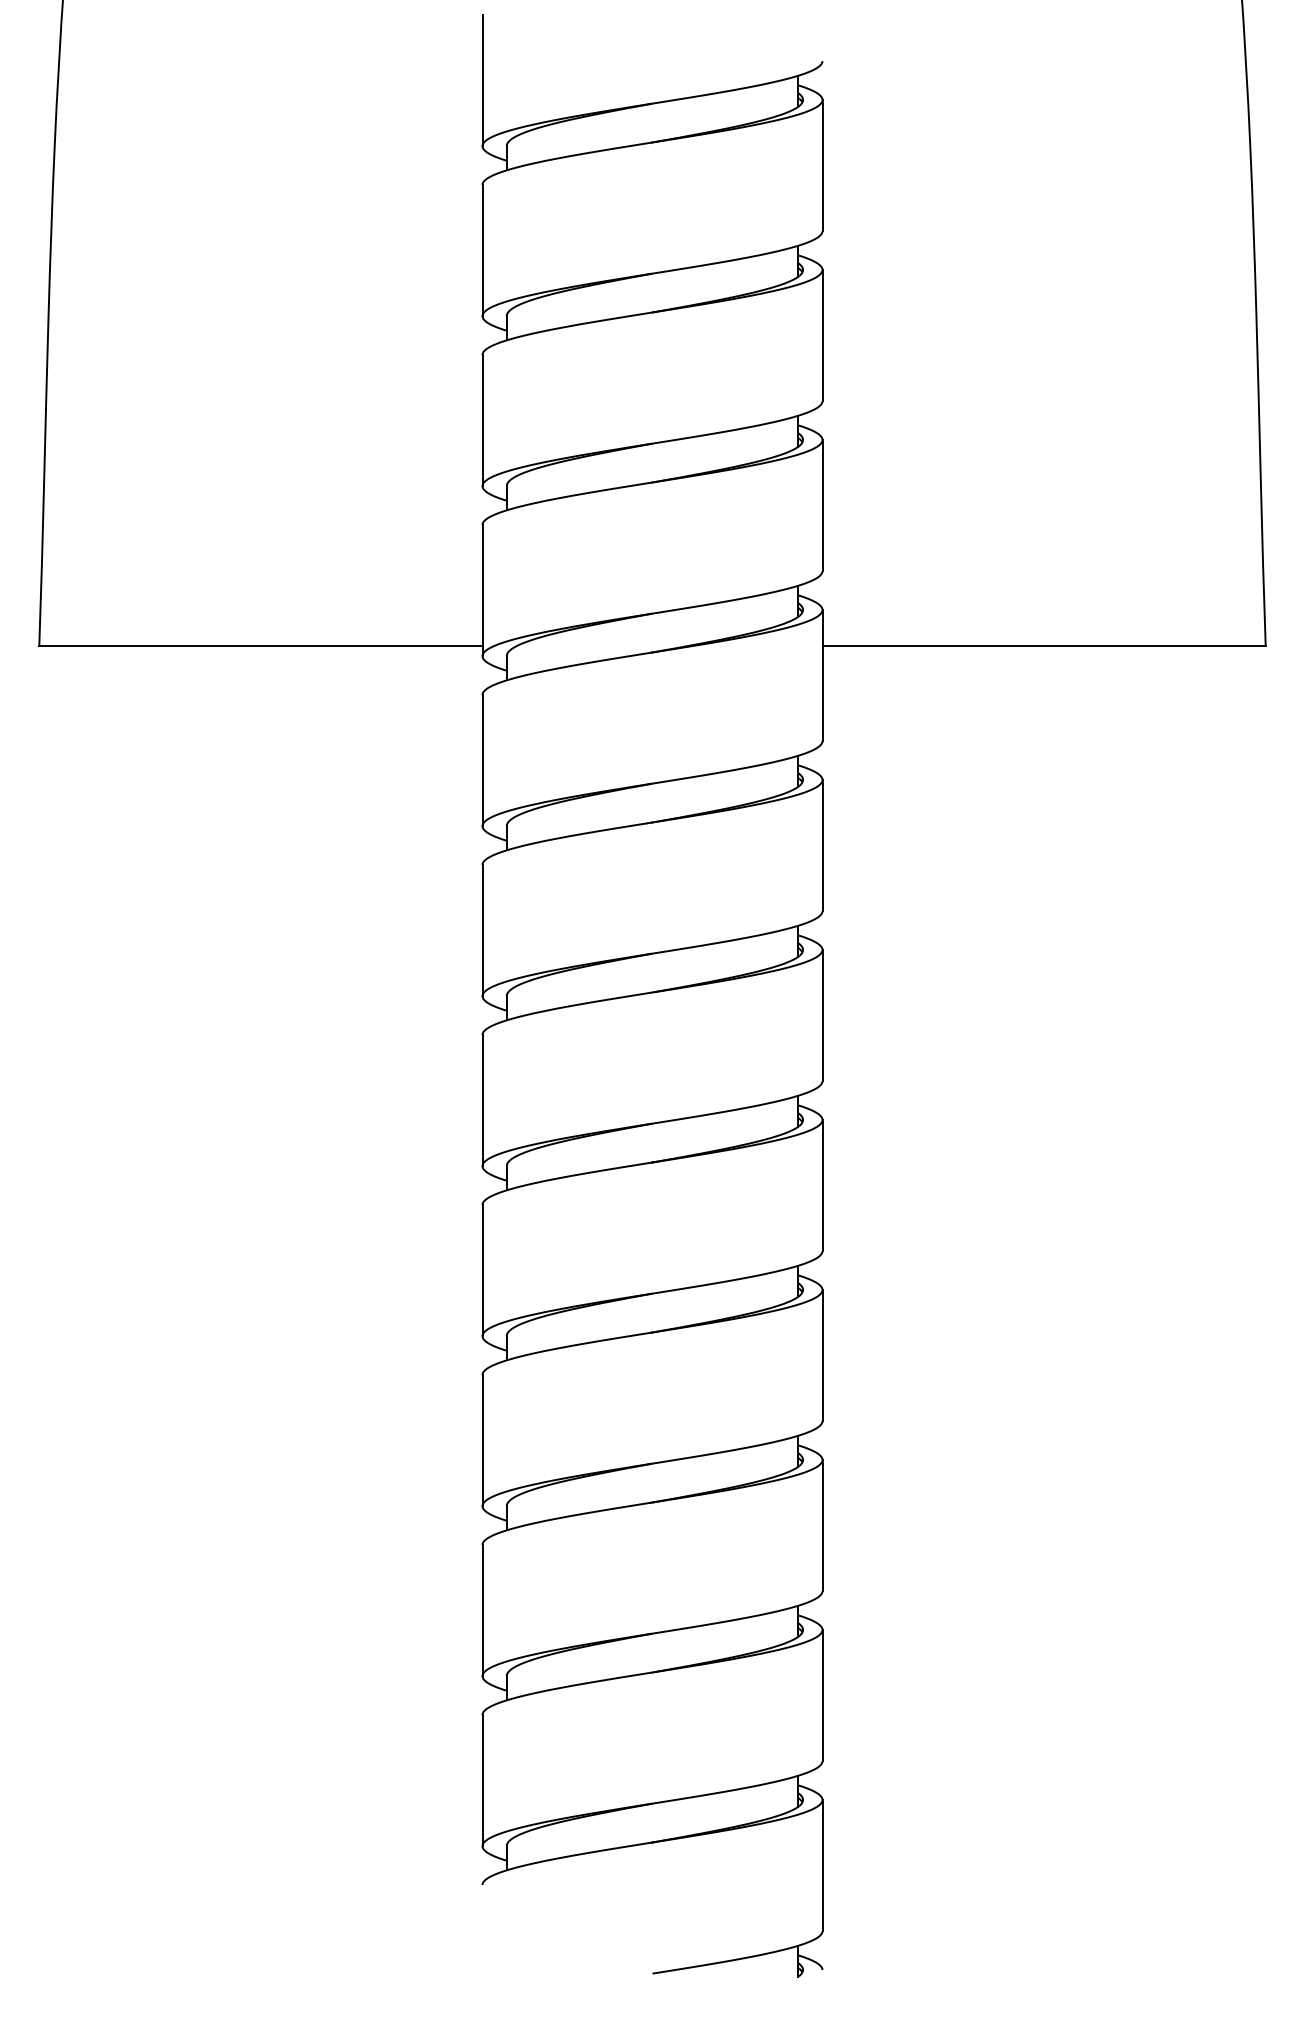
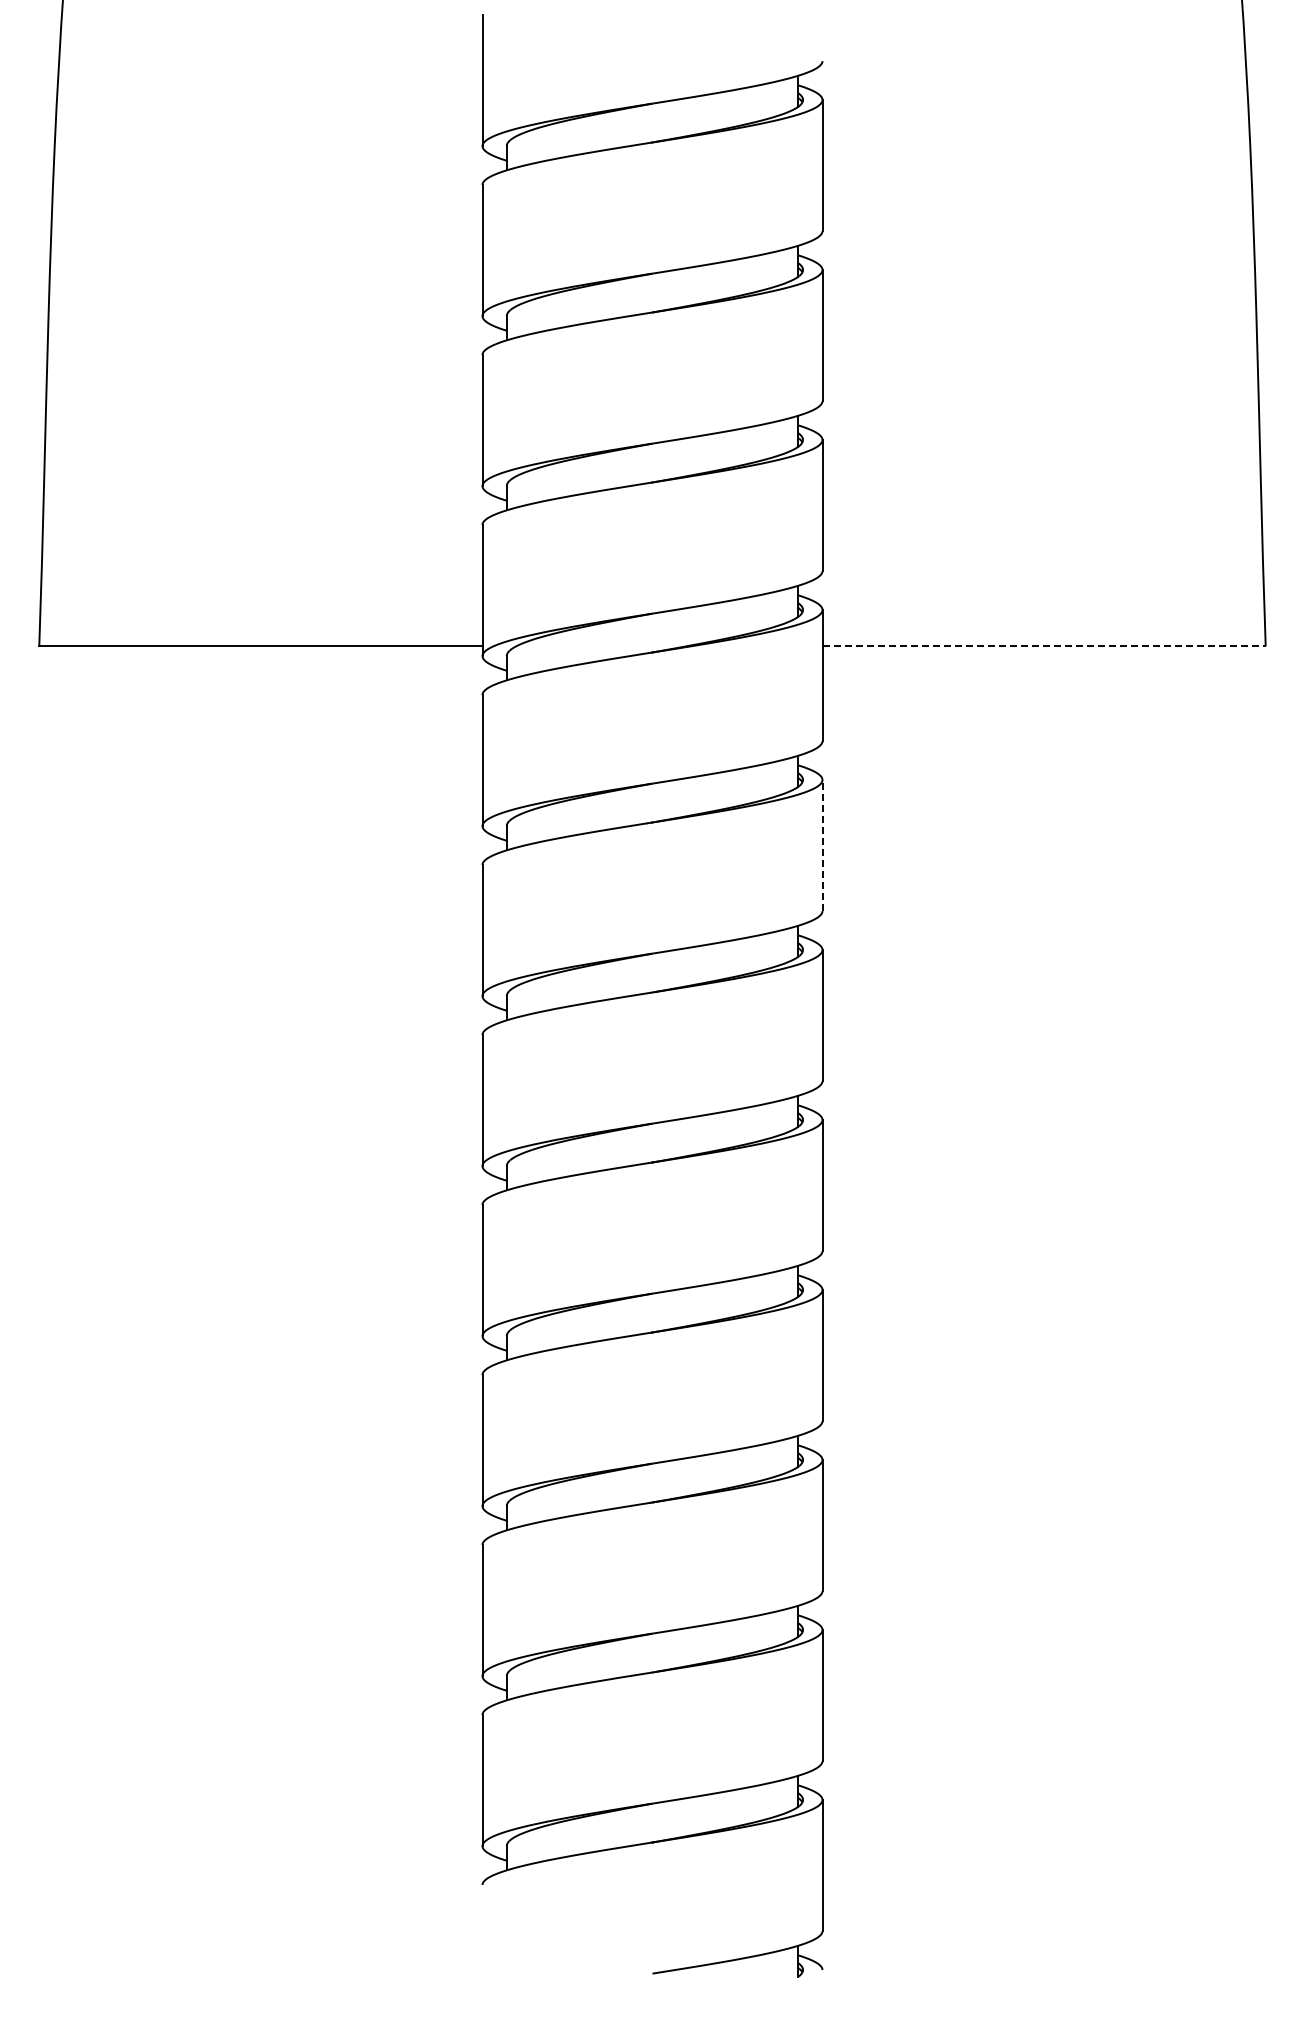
line at (1044, 646): solid -> dashed
line at (822, 845): solid -> dashed
